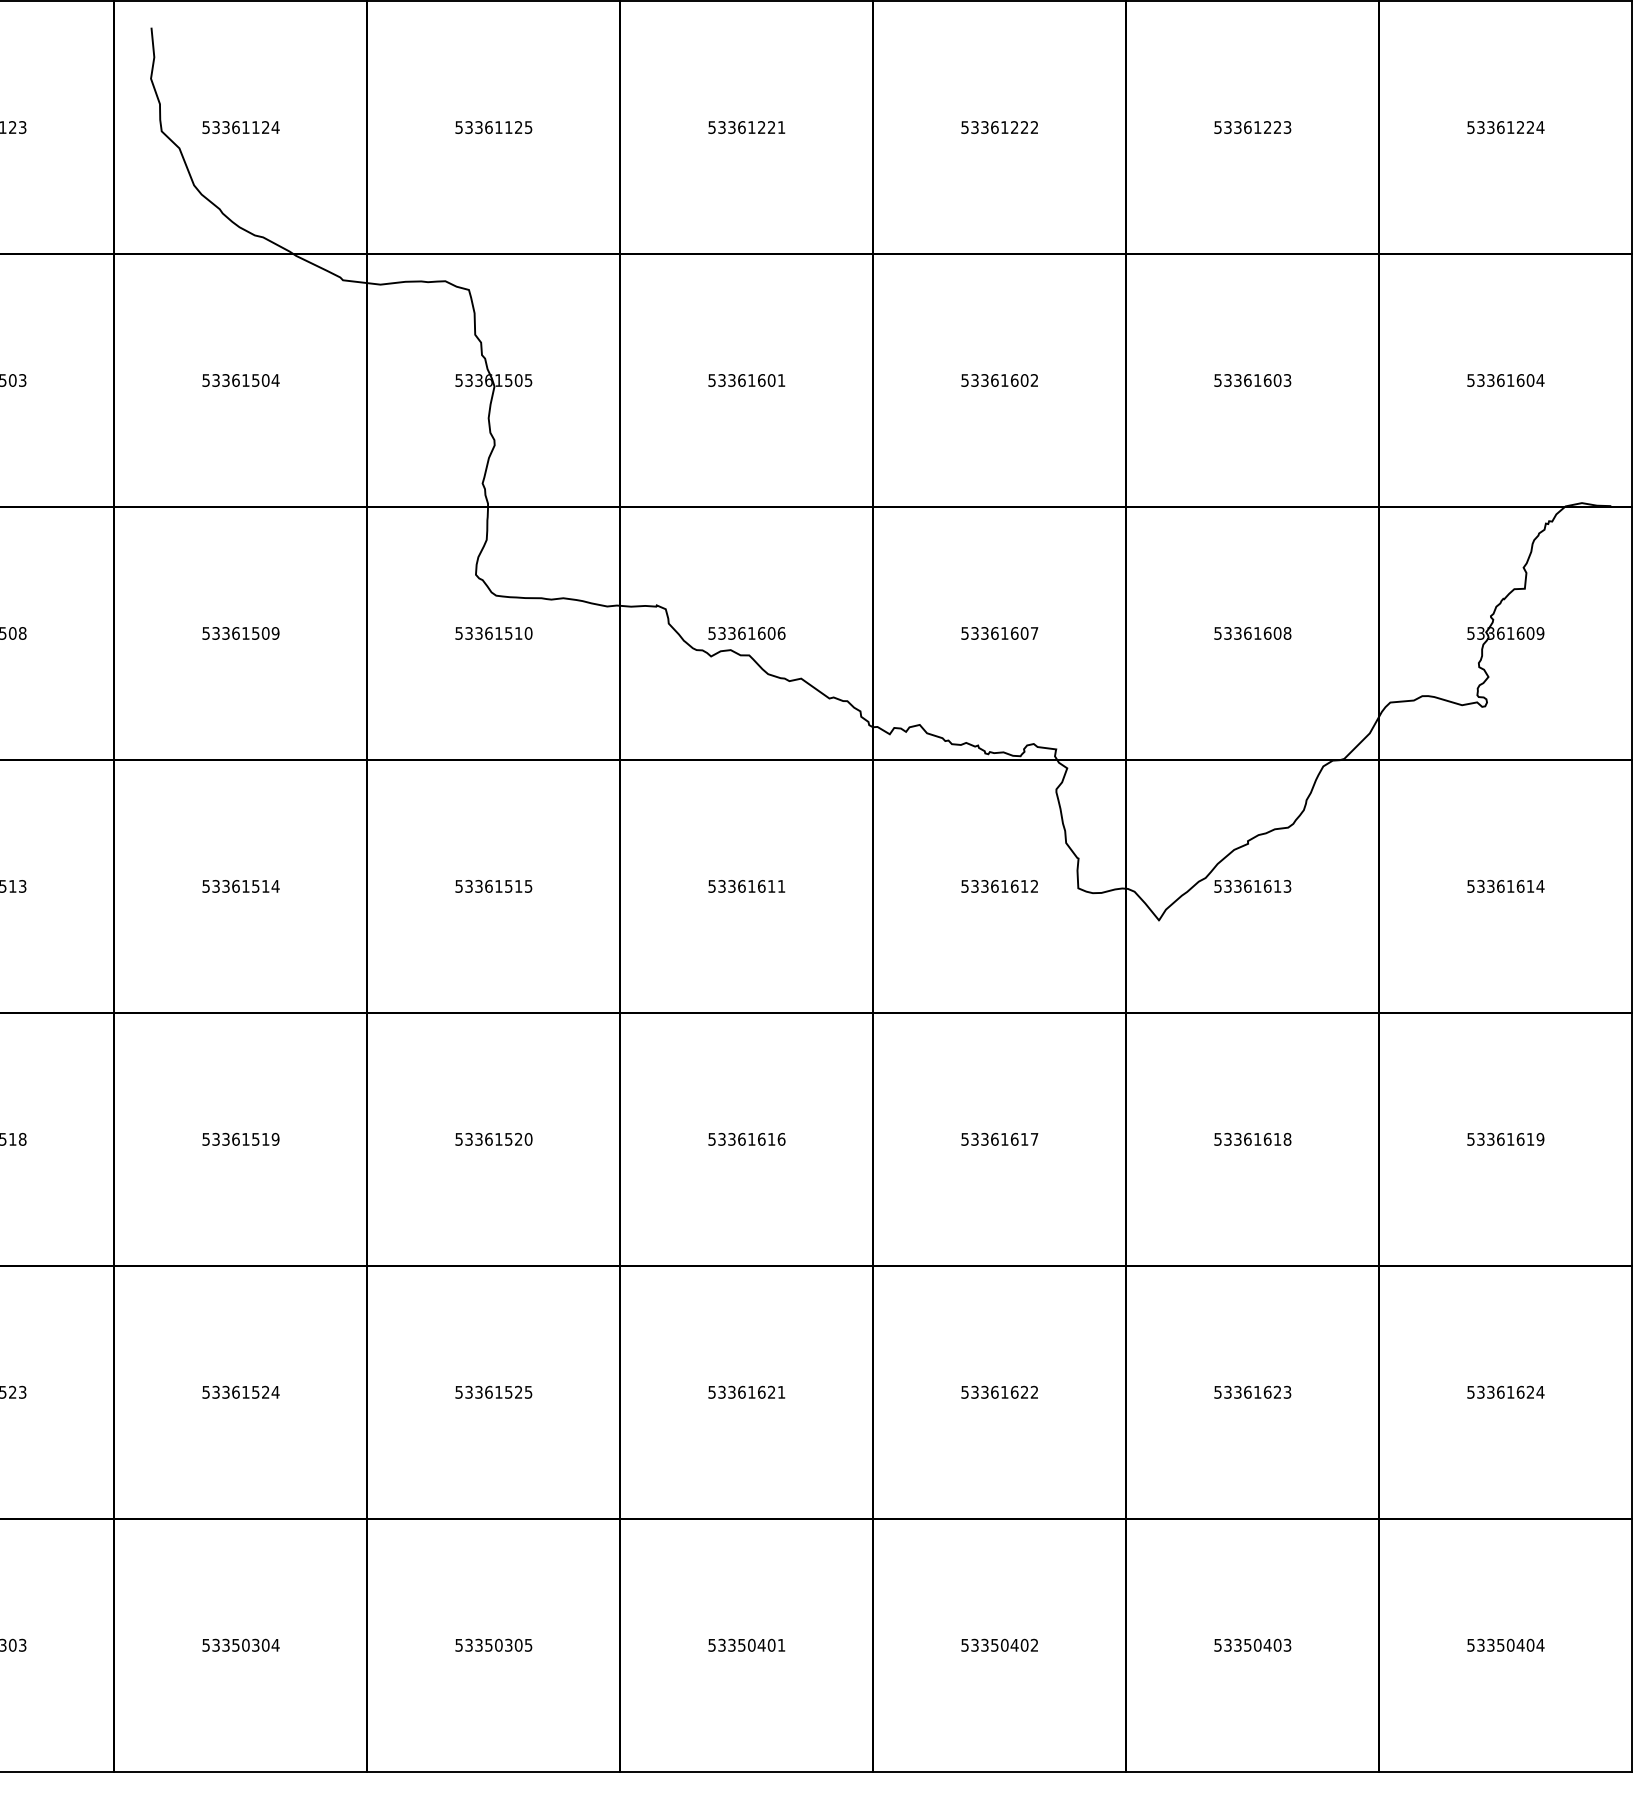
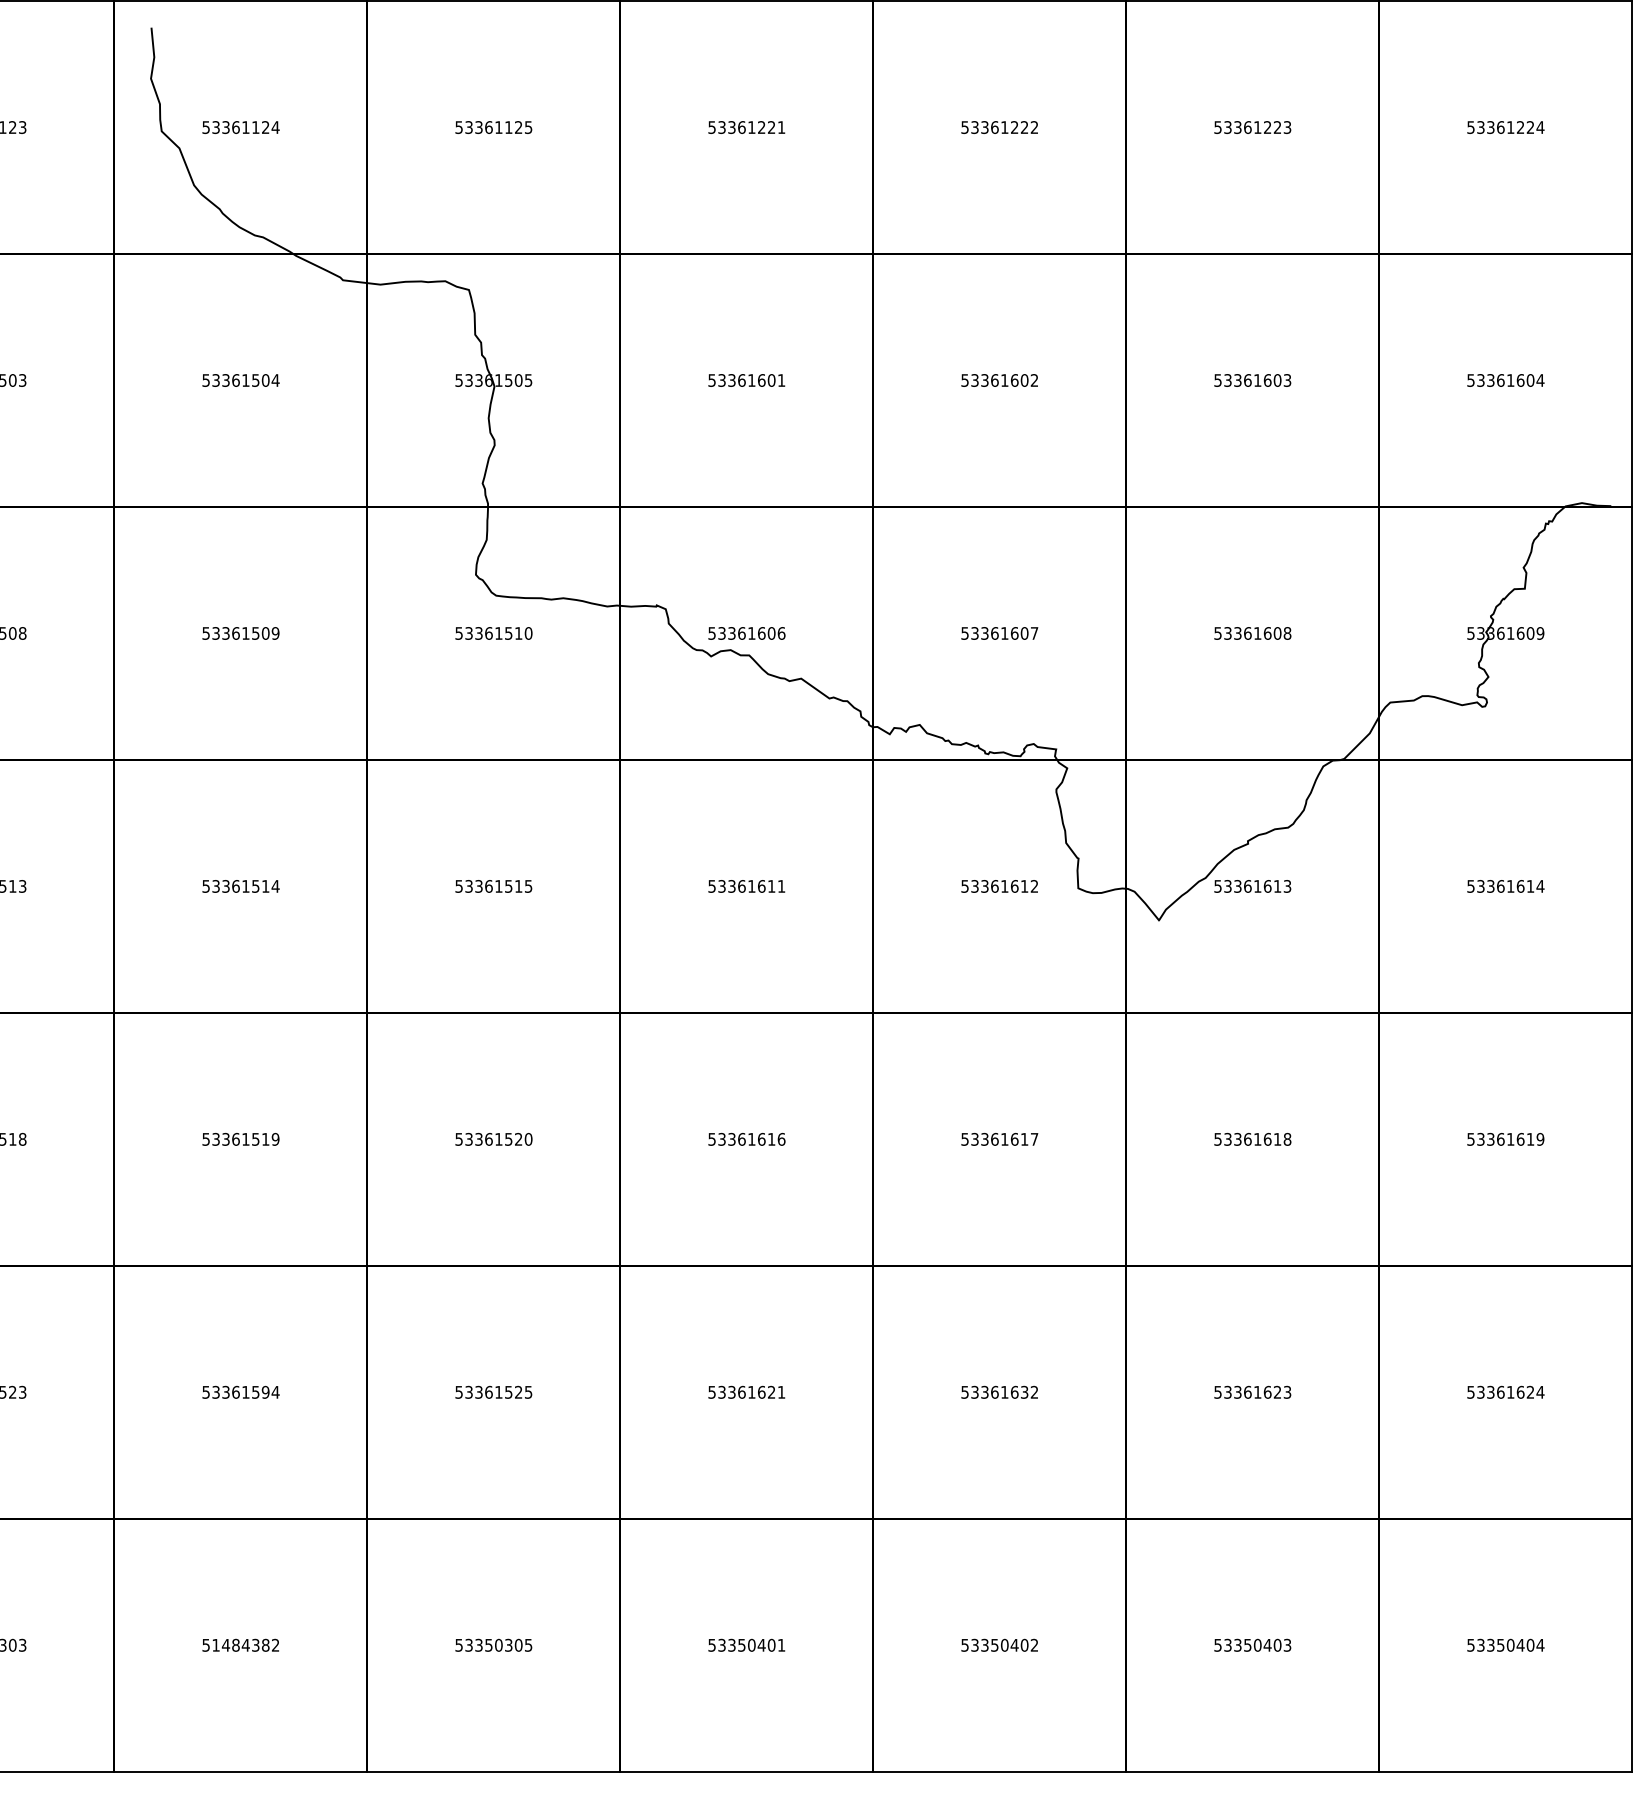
text at (265, 1392): 53361524 -> 53361594
text at (1024, 1392): 53361622 -> 53361632
text at (245, 1644): 53350304 -> 51484382
